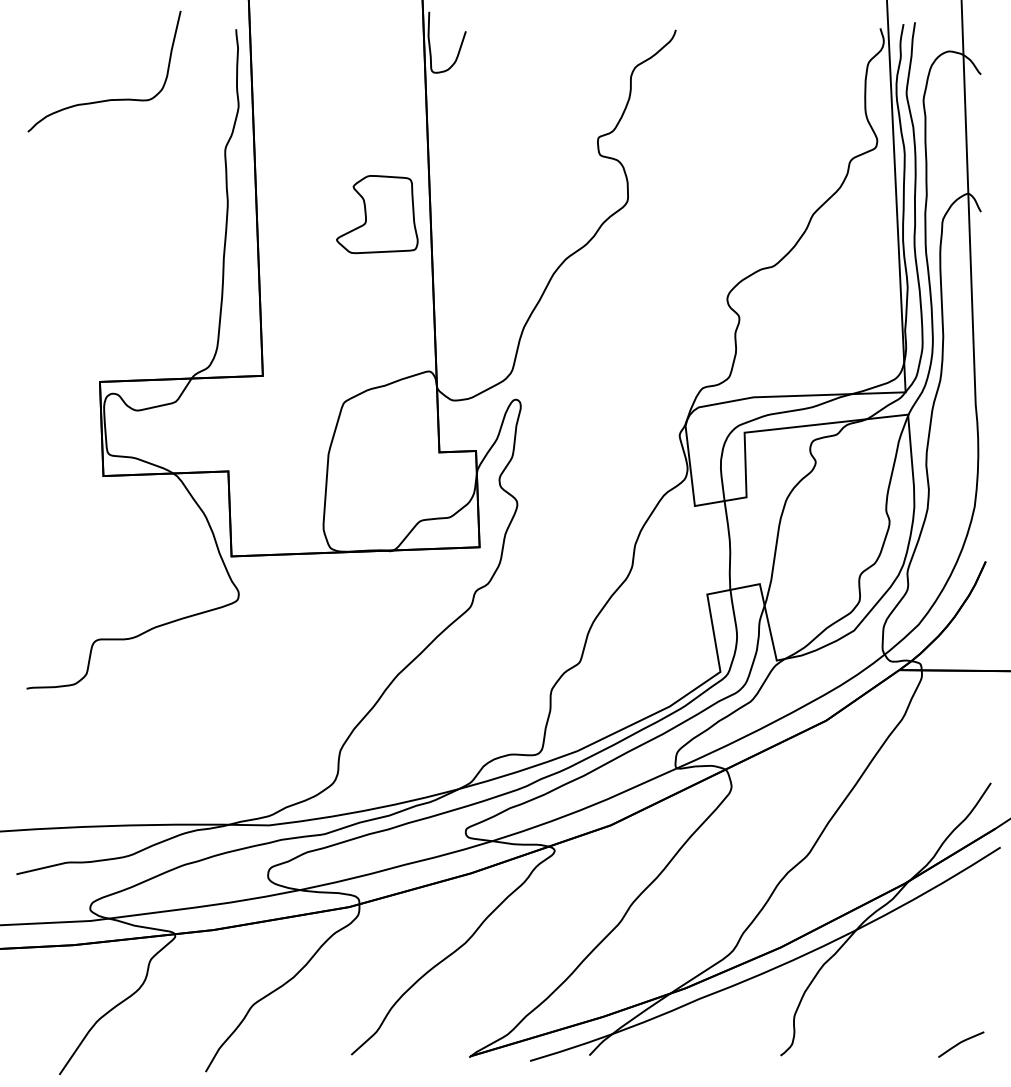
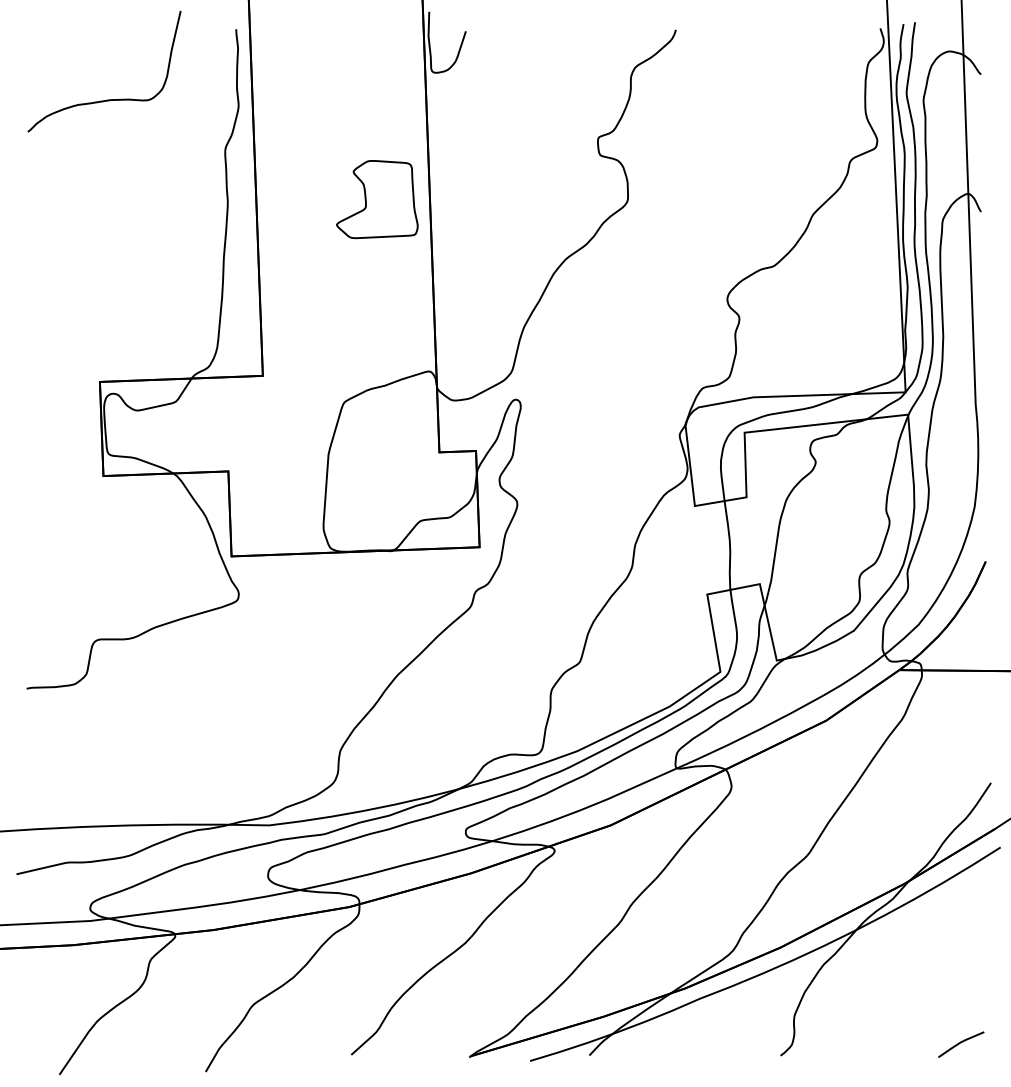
part at (377, 214) position: (377, 214) -> (377, 199)
